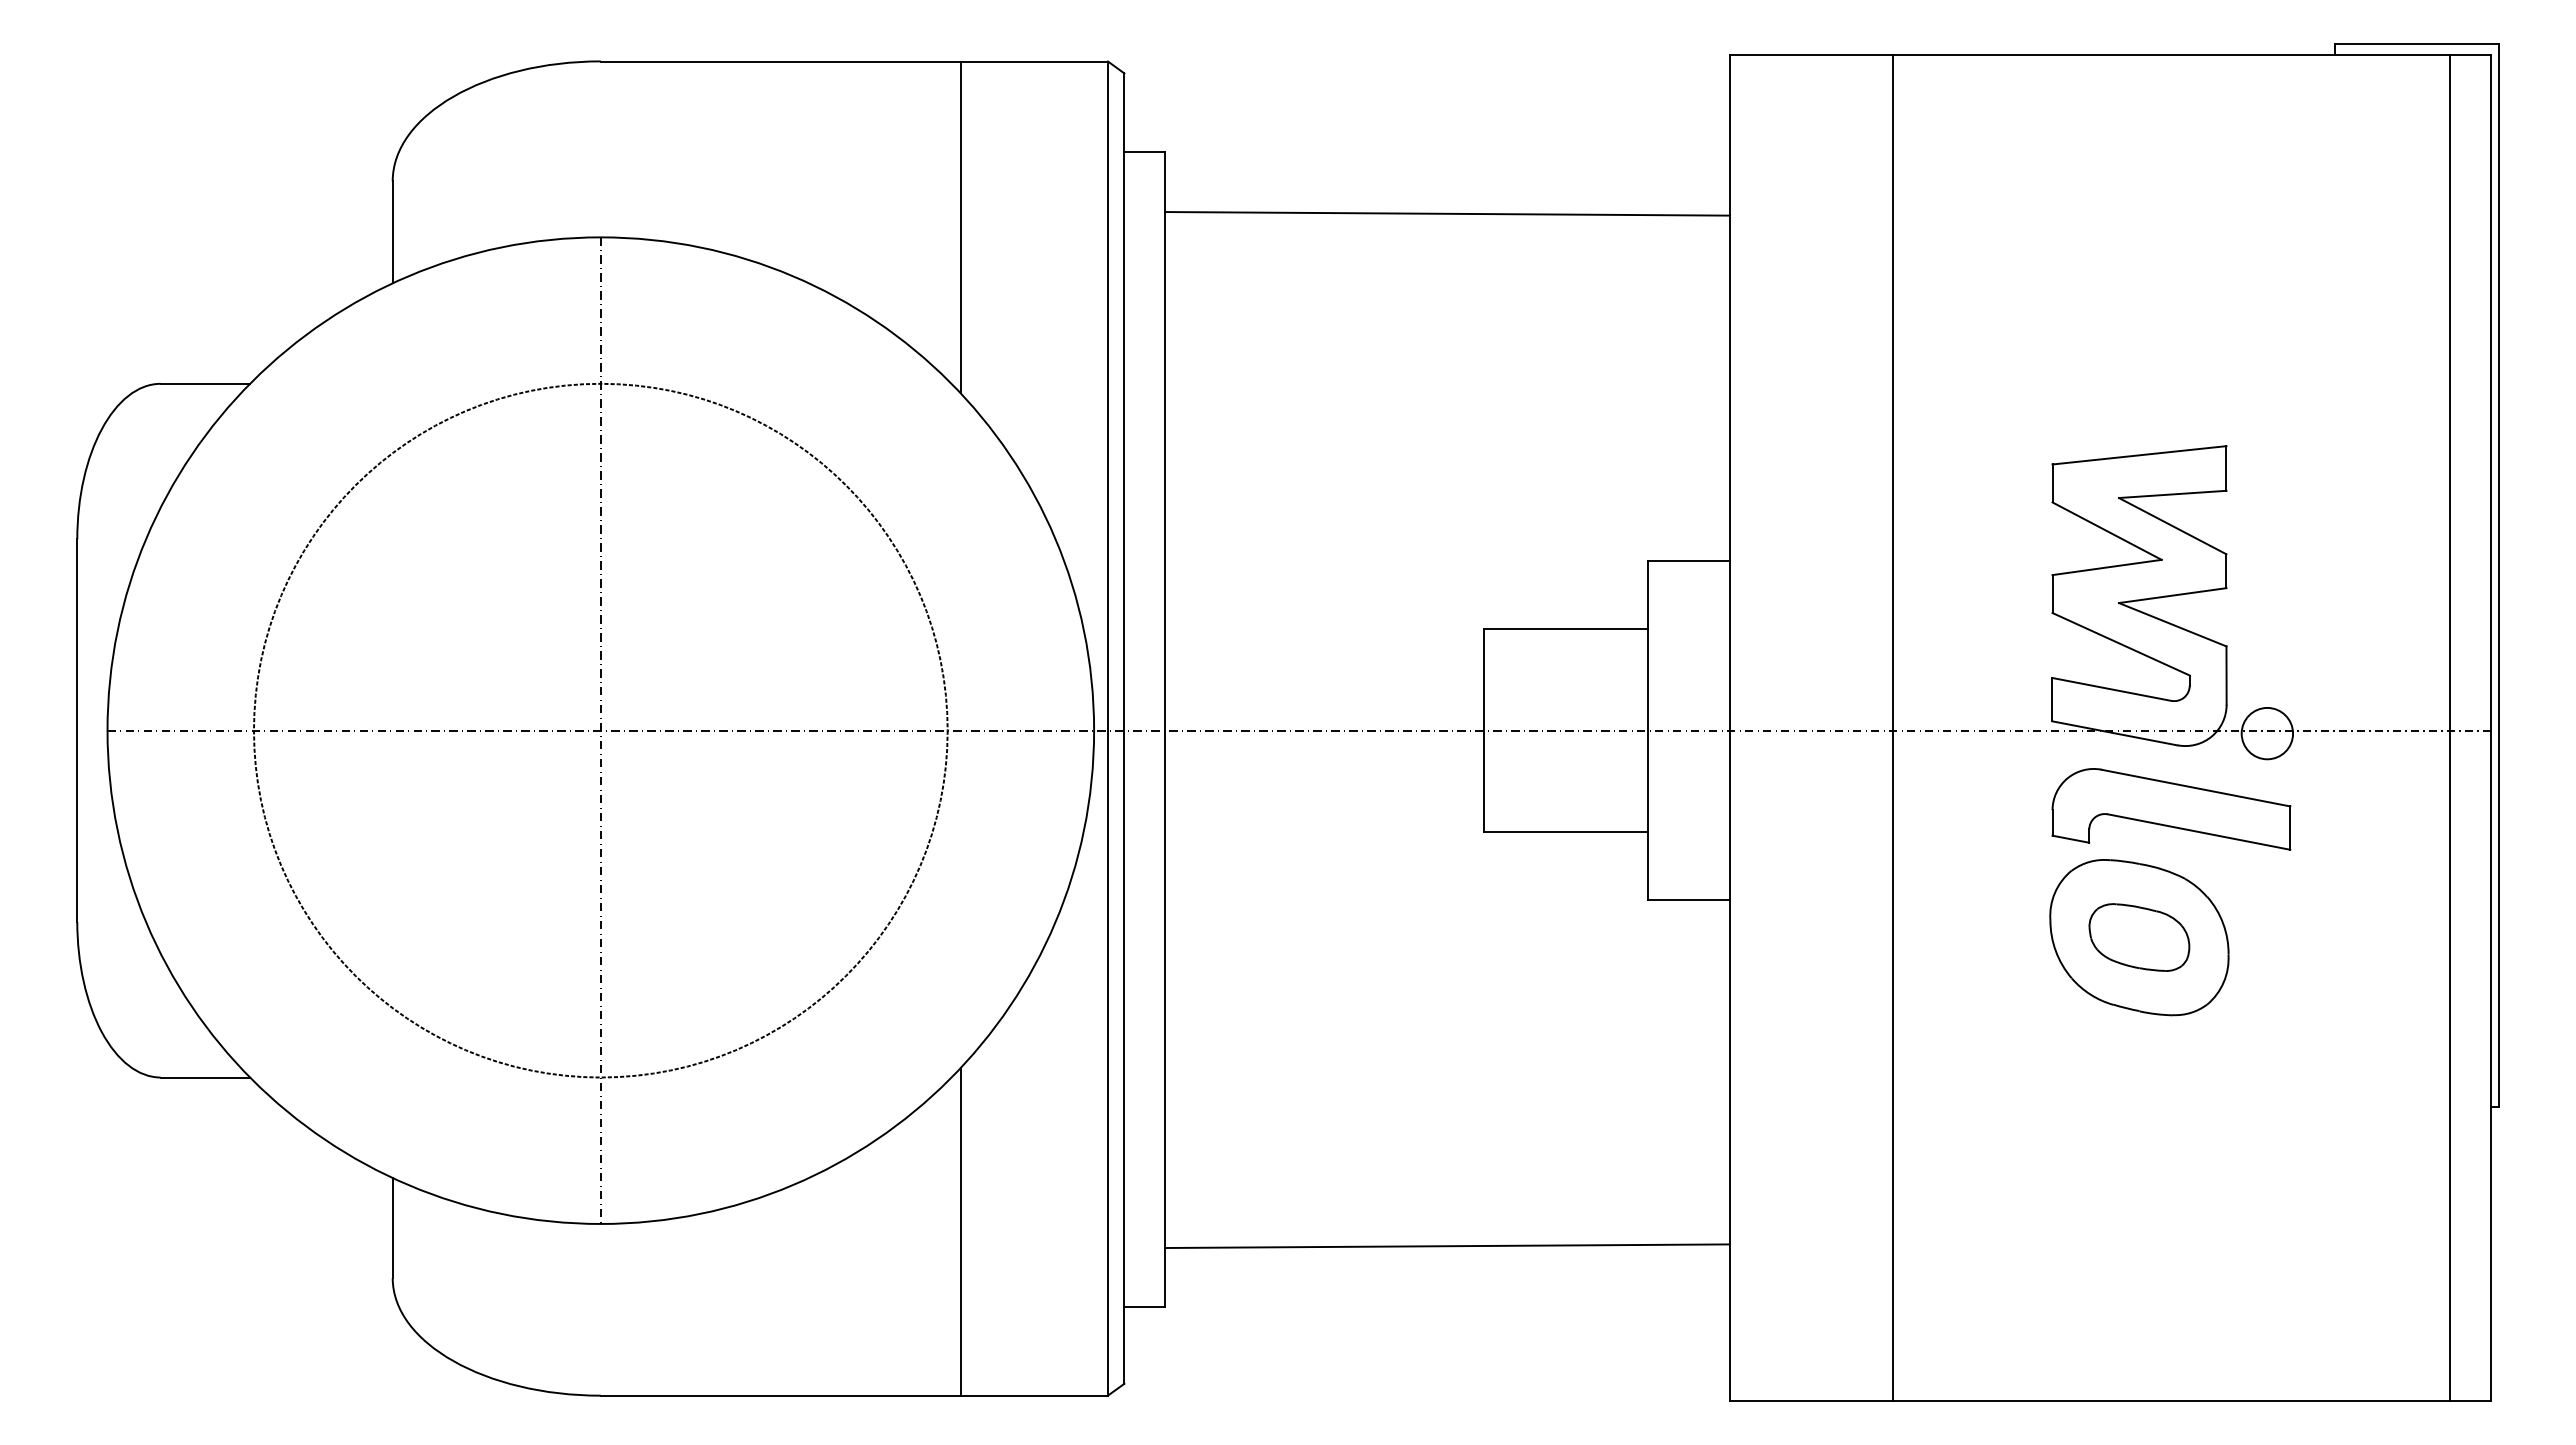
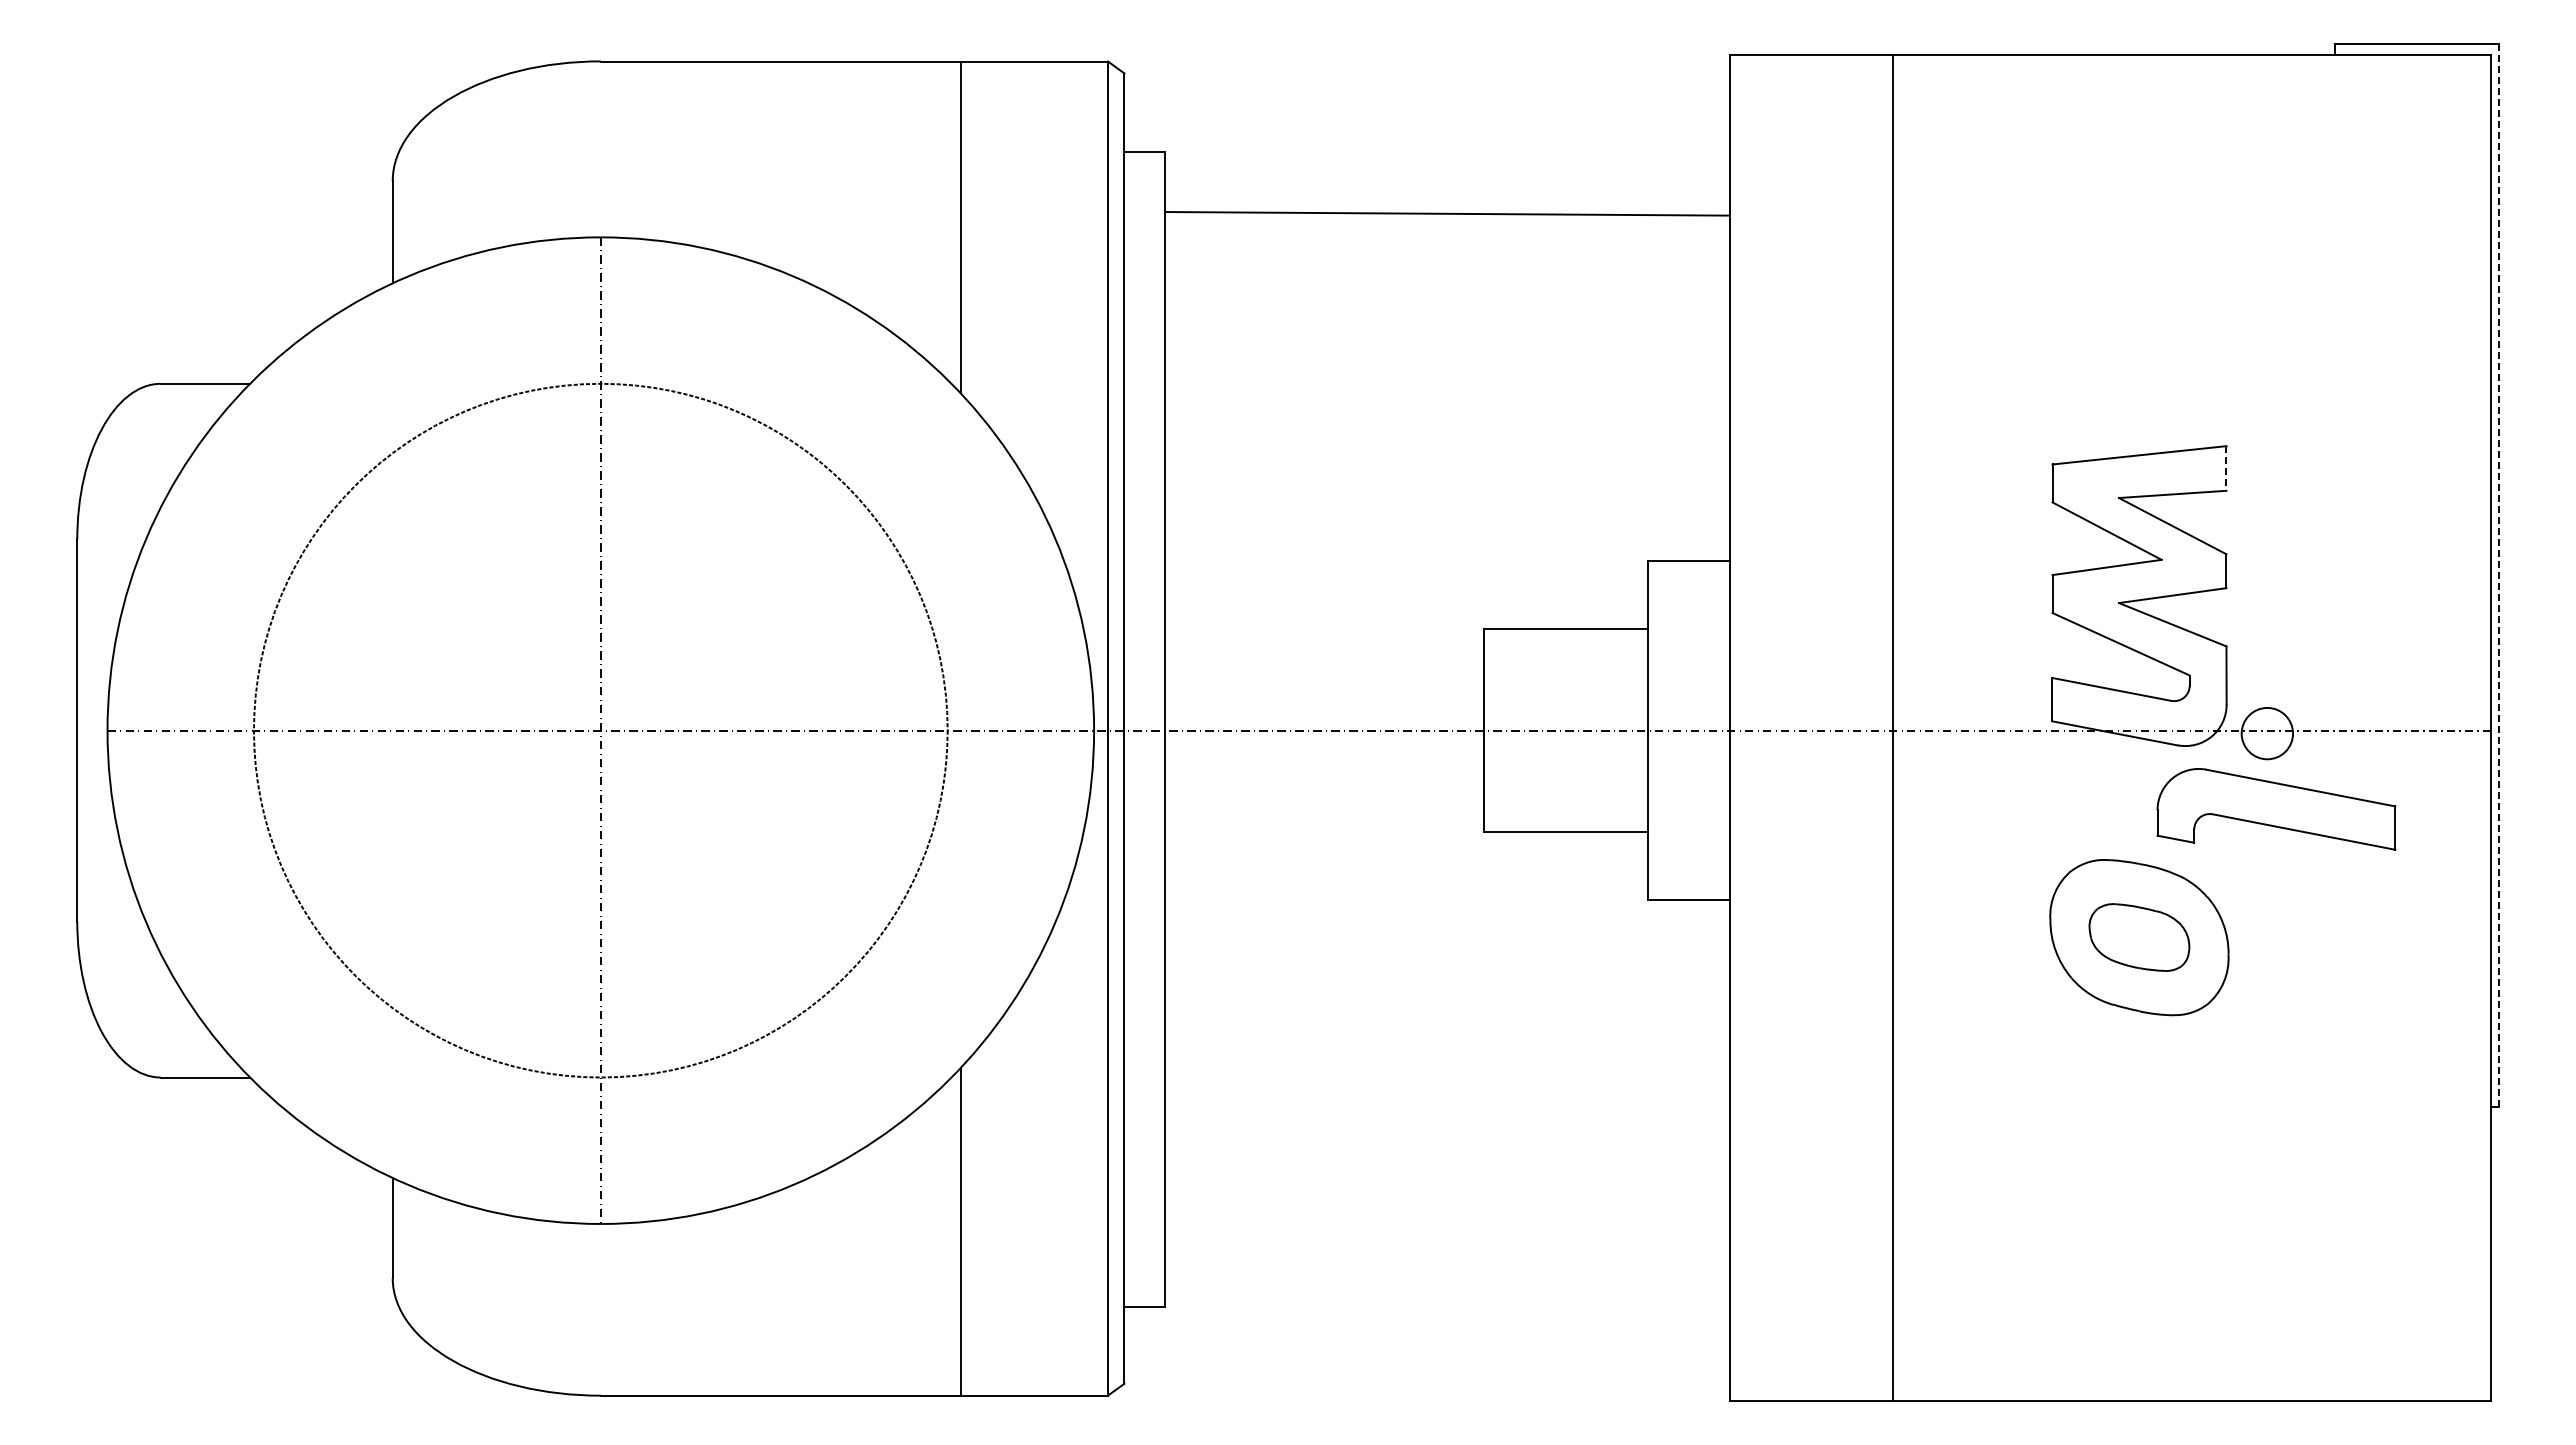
line at (2226, 468): solid -> dashed
line at (2498, 575): solid -> dashed
line at (2449, 728): present -> none
part at (2171, 809) position: (2171, 809) -> (2276, 809)
line at (1447, 1246): present -> none
